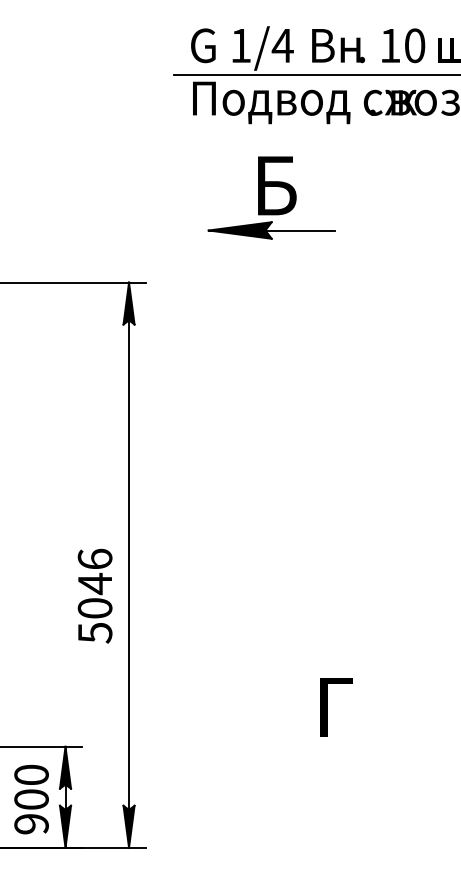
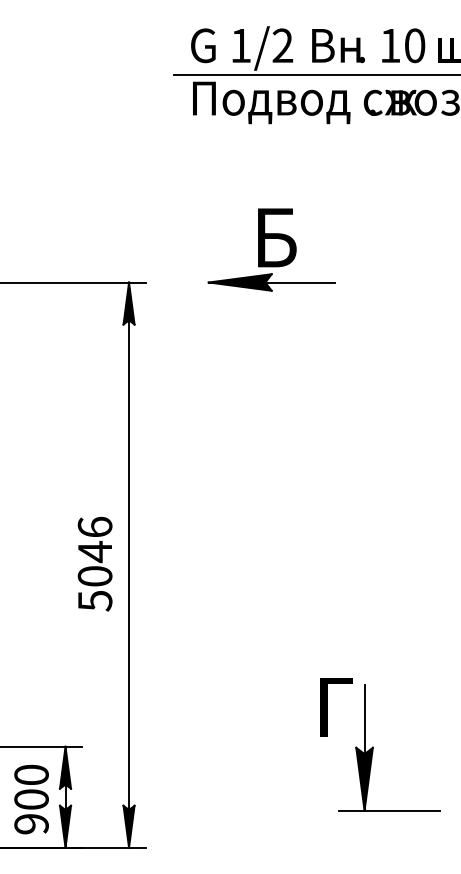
text at (282, 45): 1/4 -> 1/2
part at (271, 197) position: (271, 197) -> (271, 249)
text at (94, 595) position: (94, 595) -> (94, 563)
part at (373, 747): none -> present
